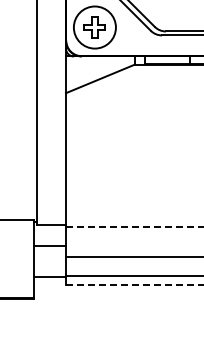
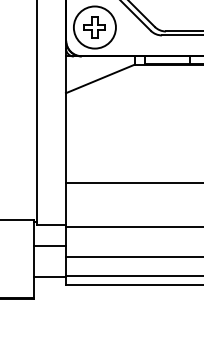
line at (132, 182): none -> present
line at (134, 226): dashed -> solid
line at (134, 285): dashed -> solid
